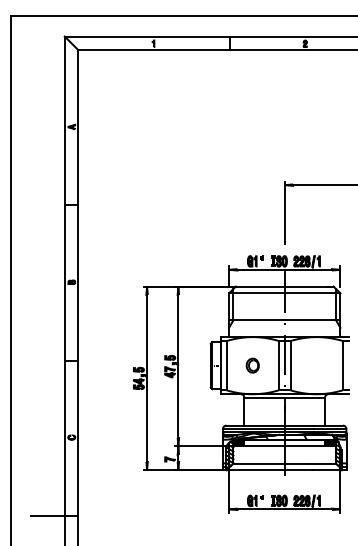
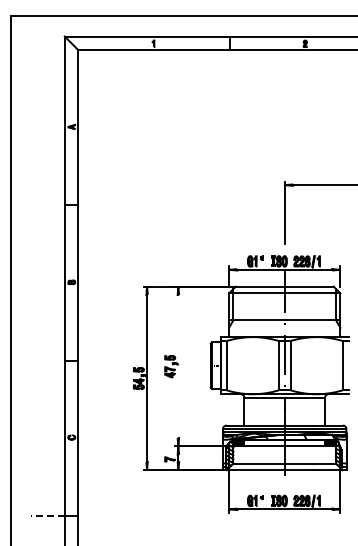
part at (252, 365): present -> none
line at (178, 366): present -> none
line at (47, 515): solid -> dashed
